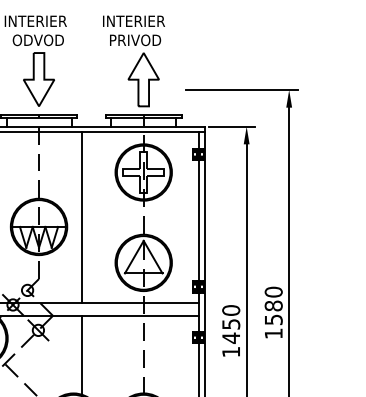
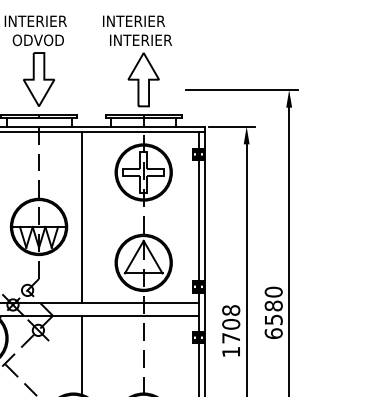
text at (141, 40): PRIVOD -> INTERIER
text at (231, 324): 1450 -> 1708
text at (273, 333): 1580 -> 6580
